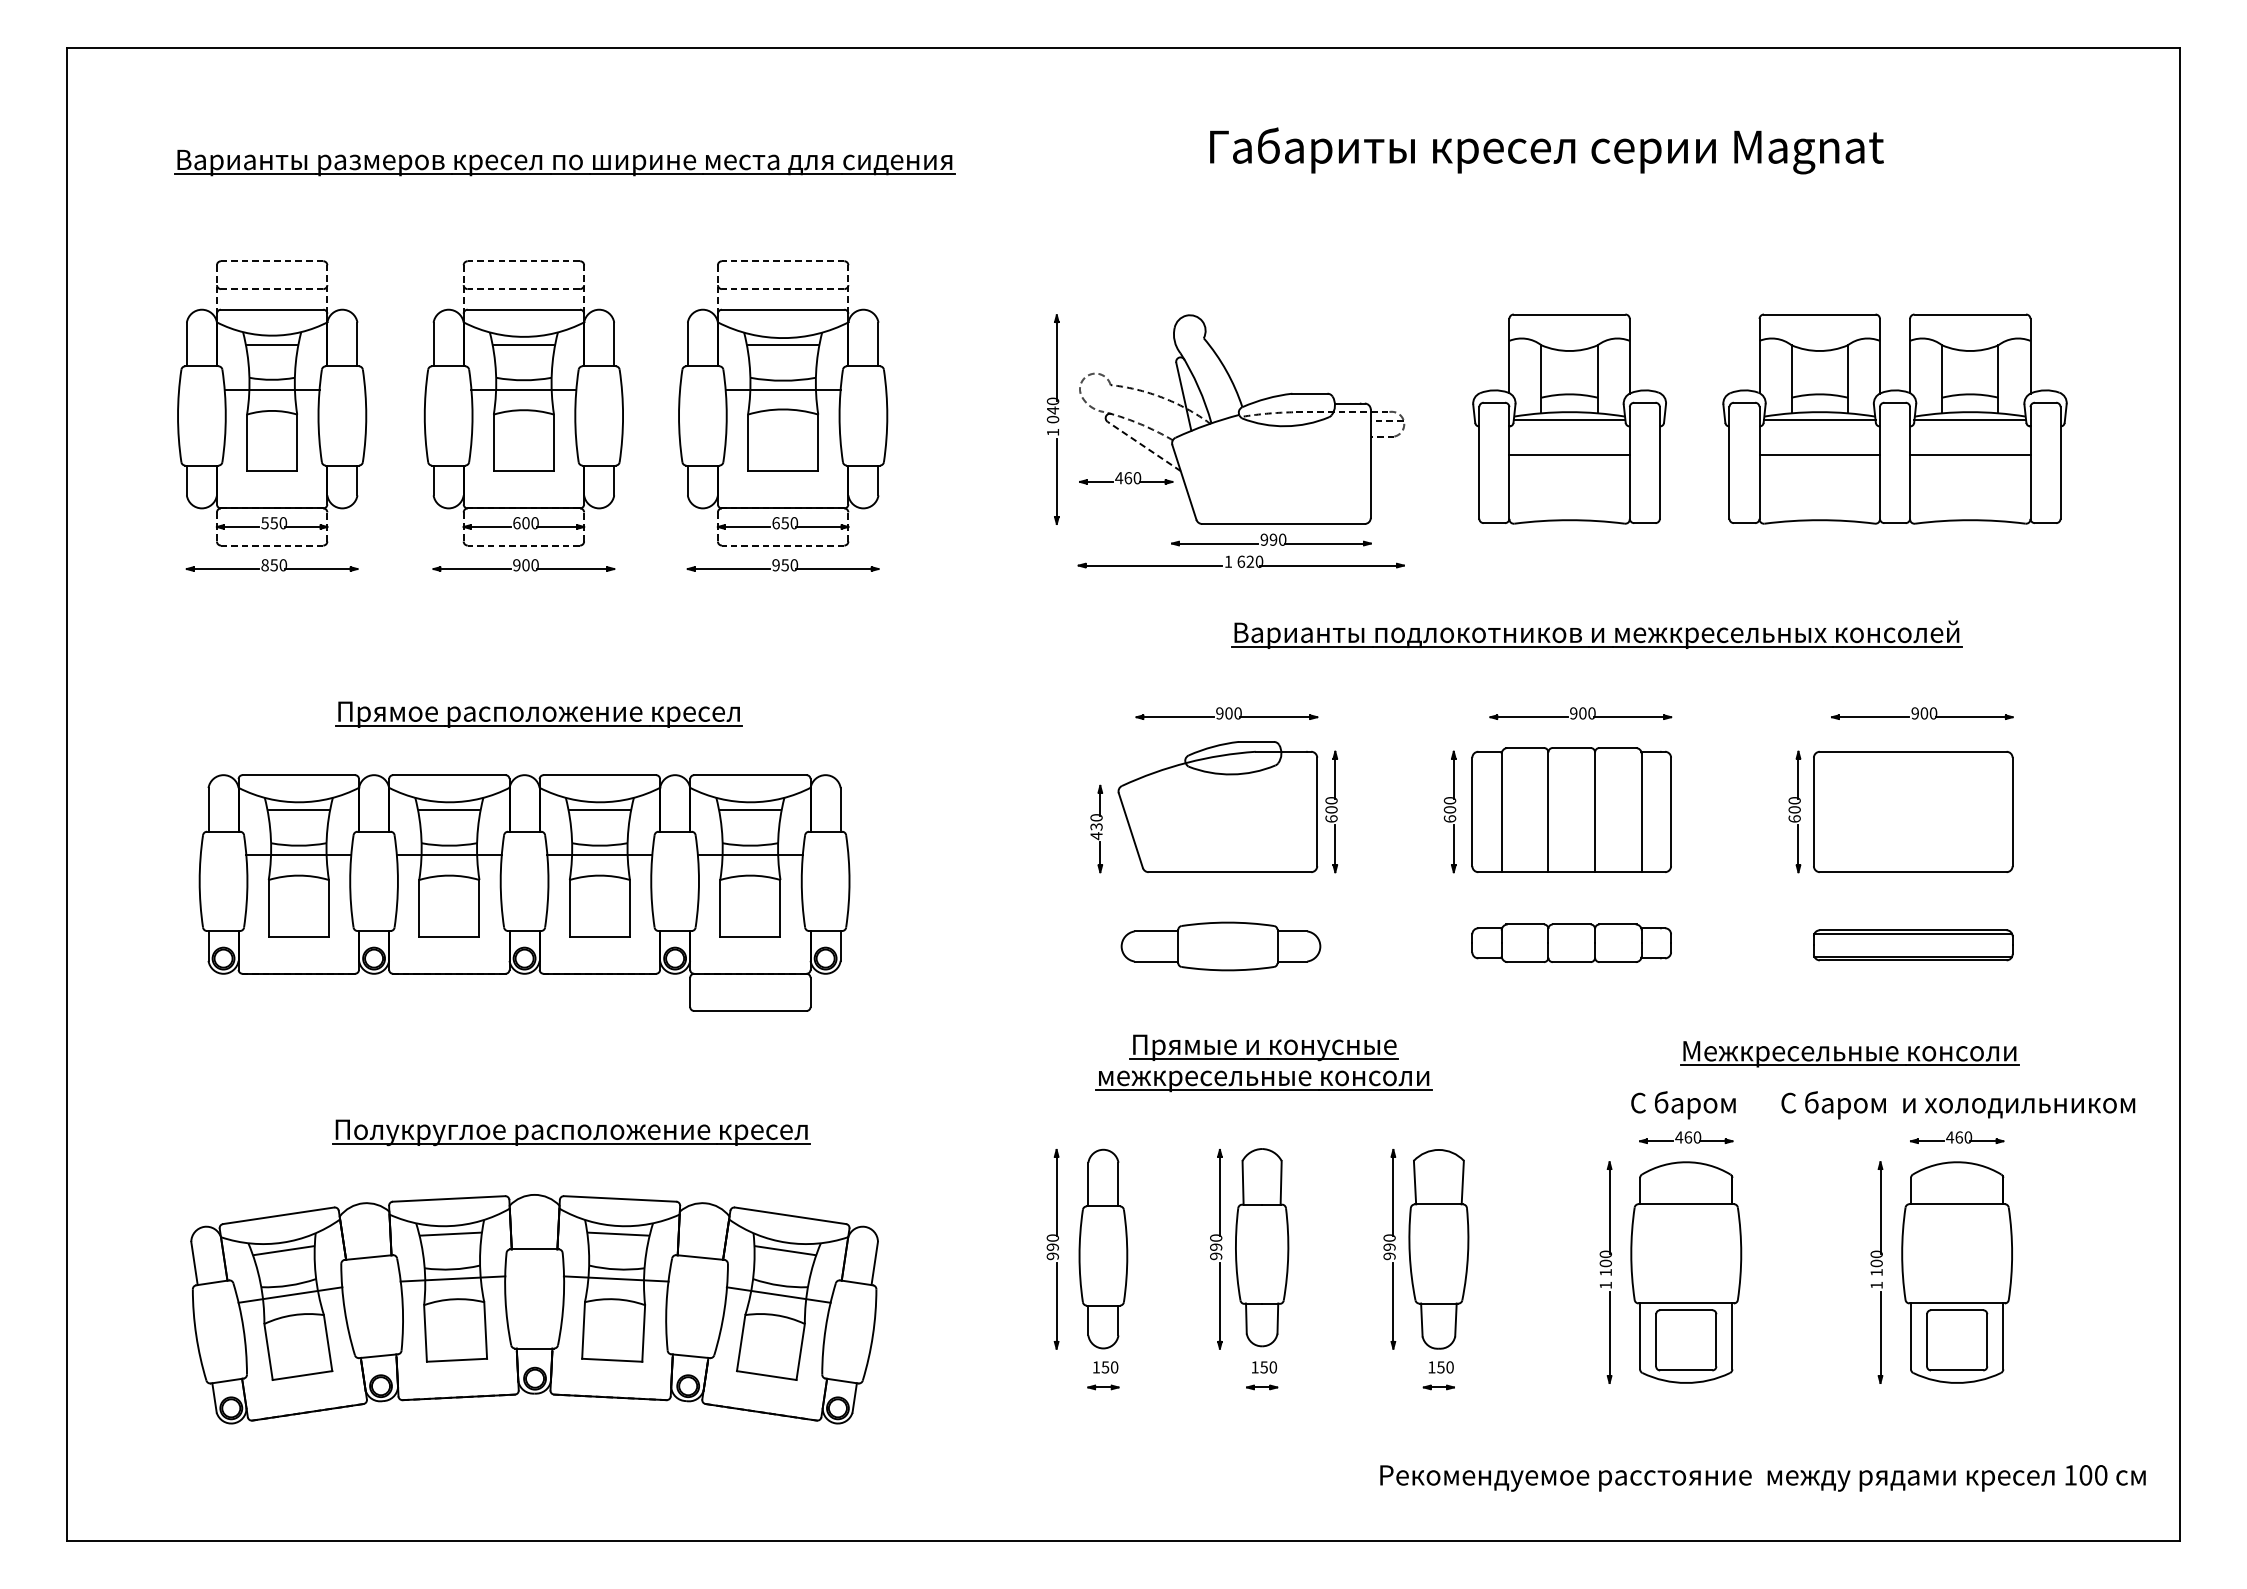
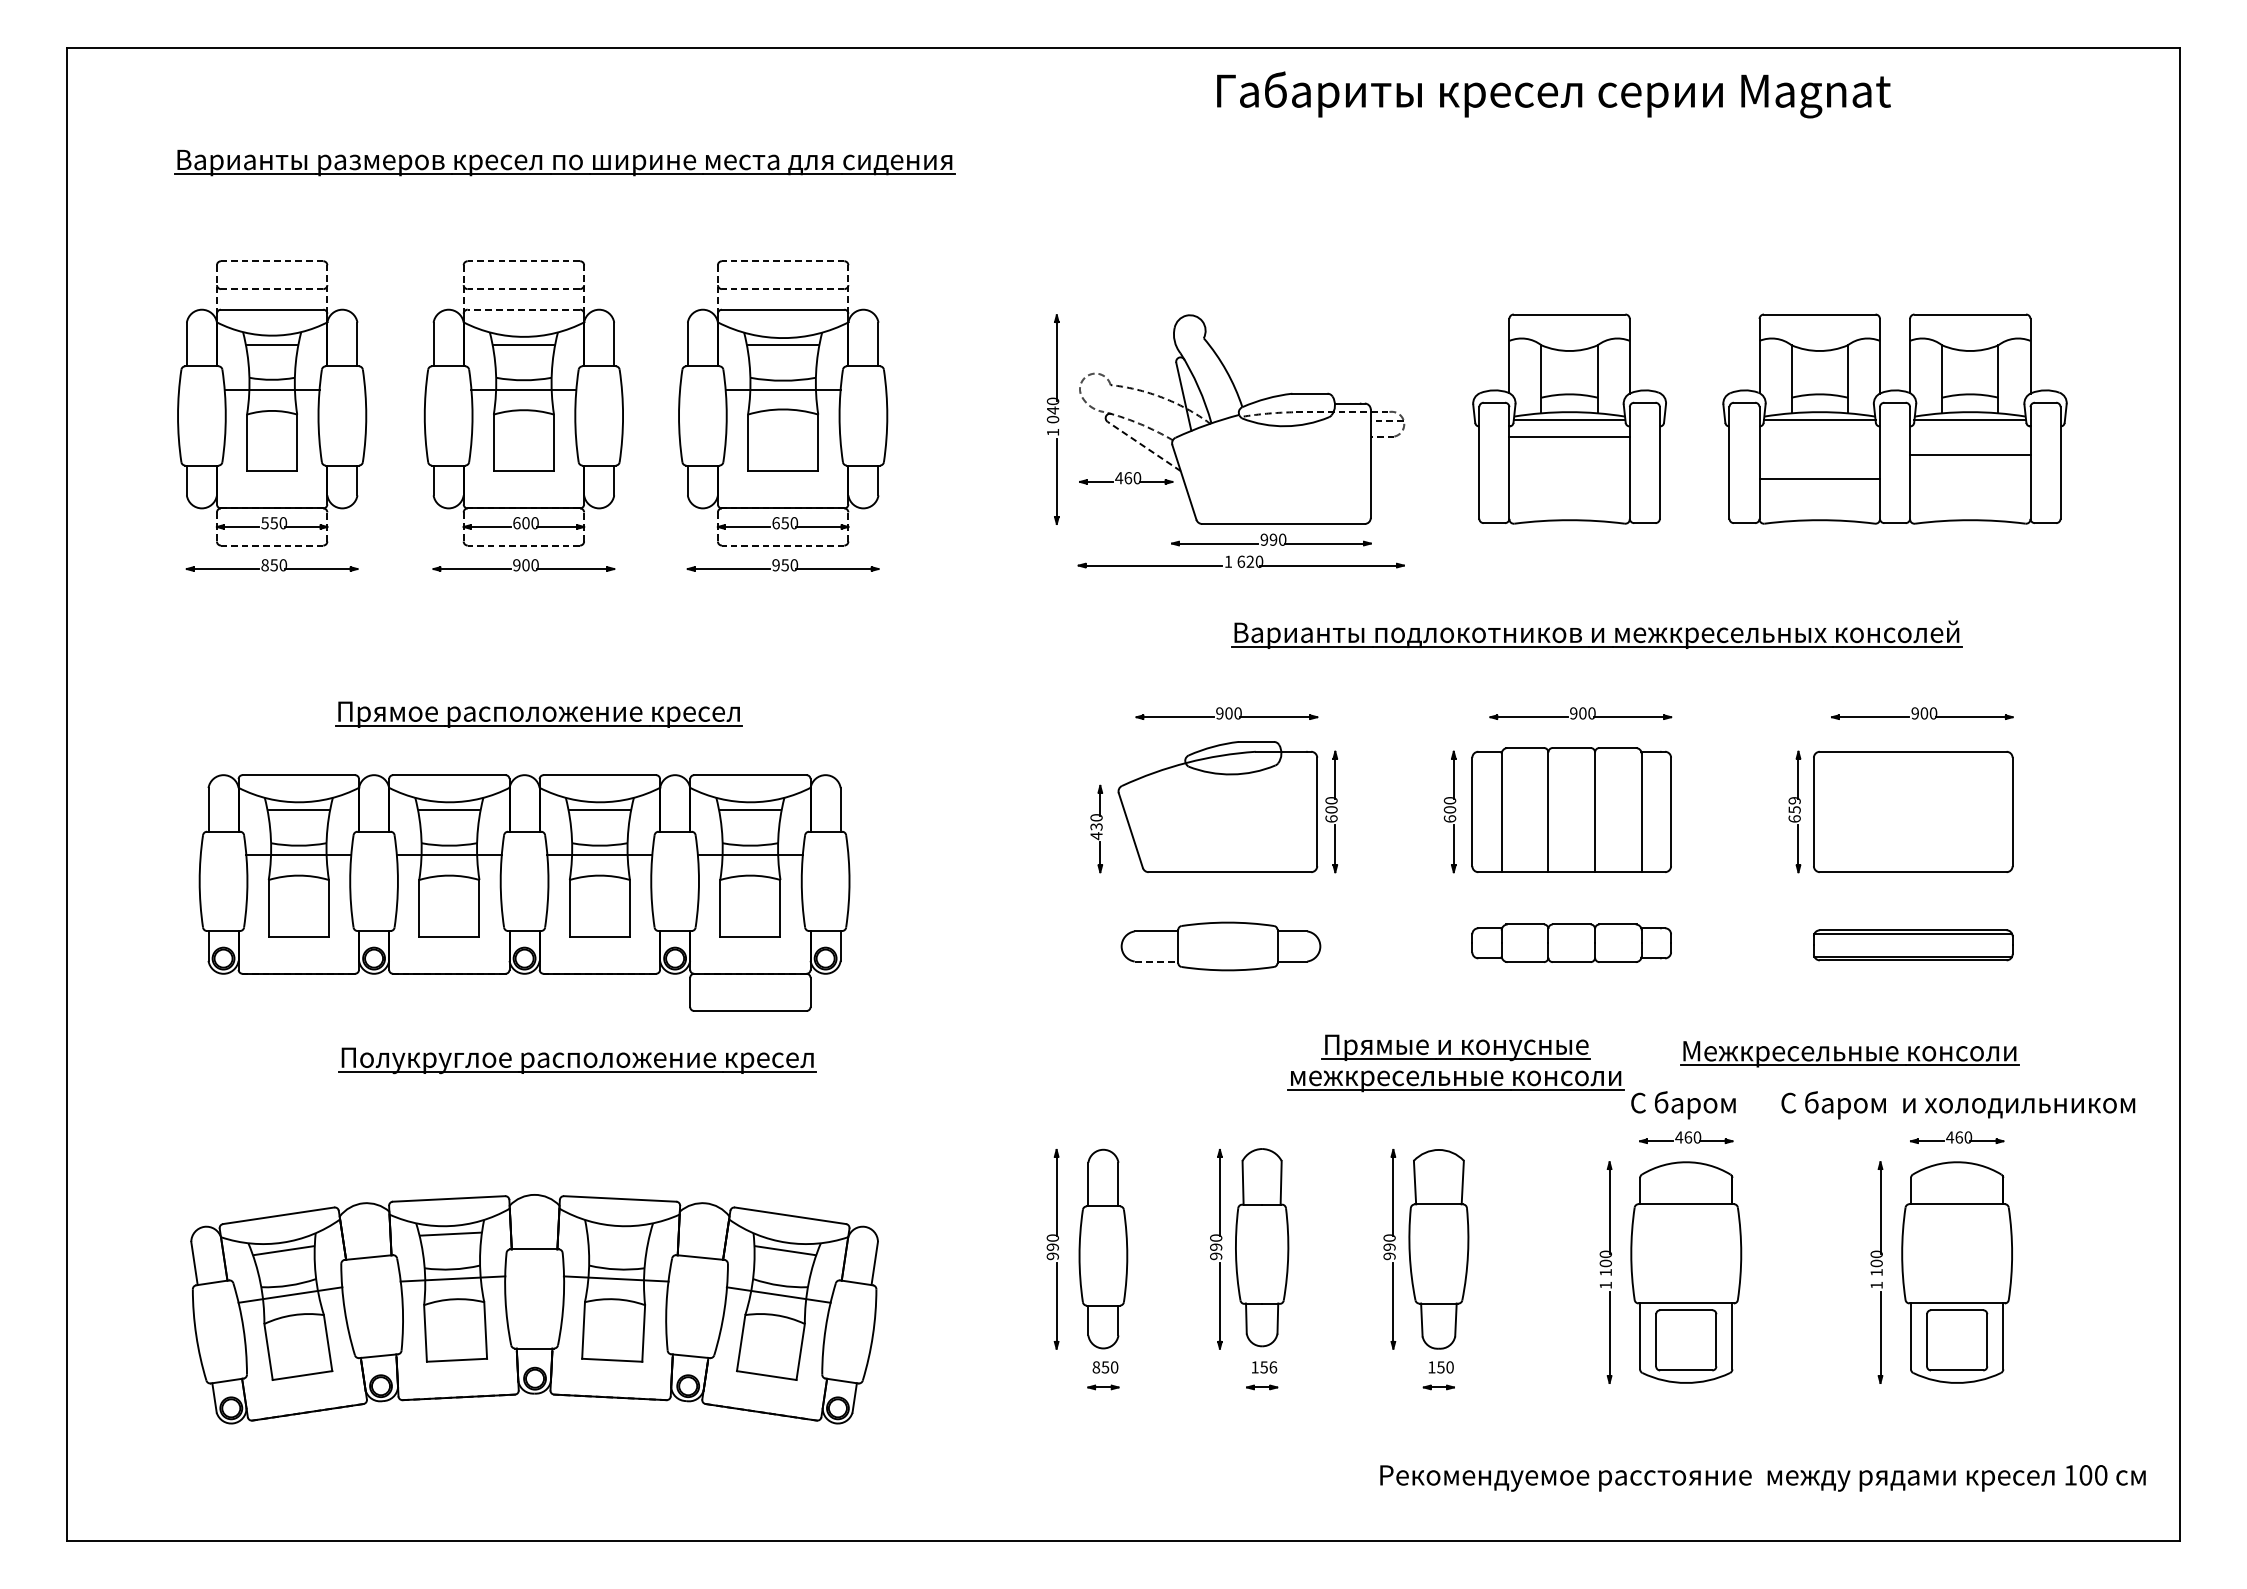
text at (1546, 150) position: (1546, 150) -> (1553, 94)
line at (523, 309): solid -> dashed
line at (1569, 454) position: (1569, 454) -> (1569, 436)
line at (1819, 454) position: (1819, 454) -> (1819, 478)
text at (1794, 805): 600 -> 659
line at (1156, 961): solid -> dashed
part at (1263, 1063) position: (1263, 1063) -> (1455, 1063)
part at (571, 1132) position: (571, 1132) -> (577, 1060)
line at (618, 1233): present -> none
text at (1096, 1367): 150 -> 850
text at (1273, 1367): 150 -> 156
